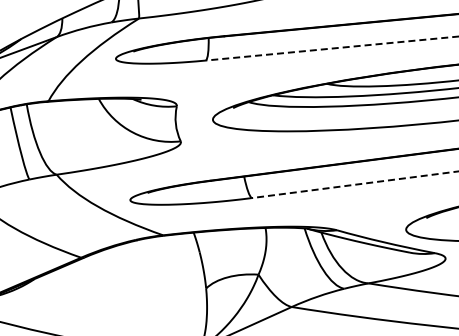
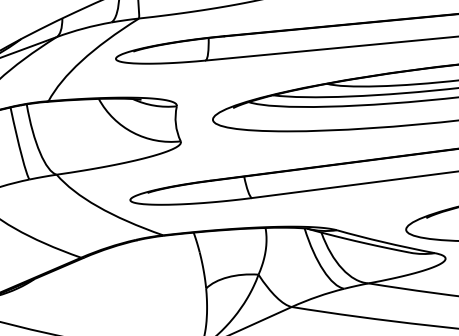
line at (332, 48): dashed -> solid
line at (354, 184): dashed -> solid
